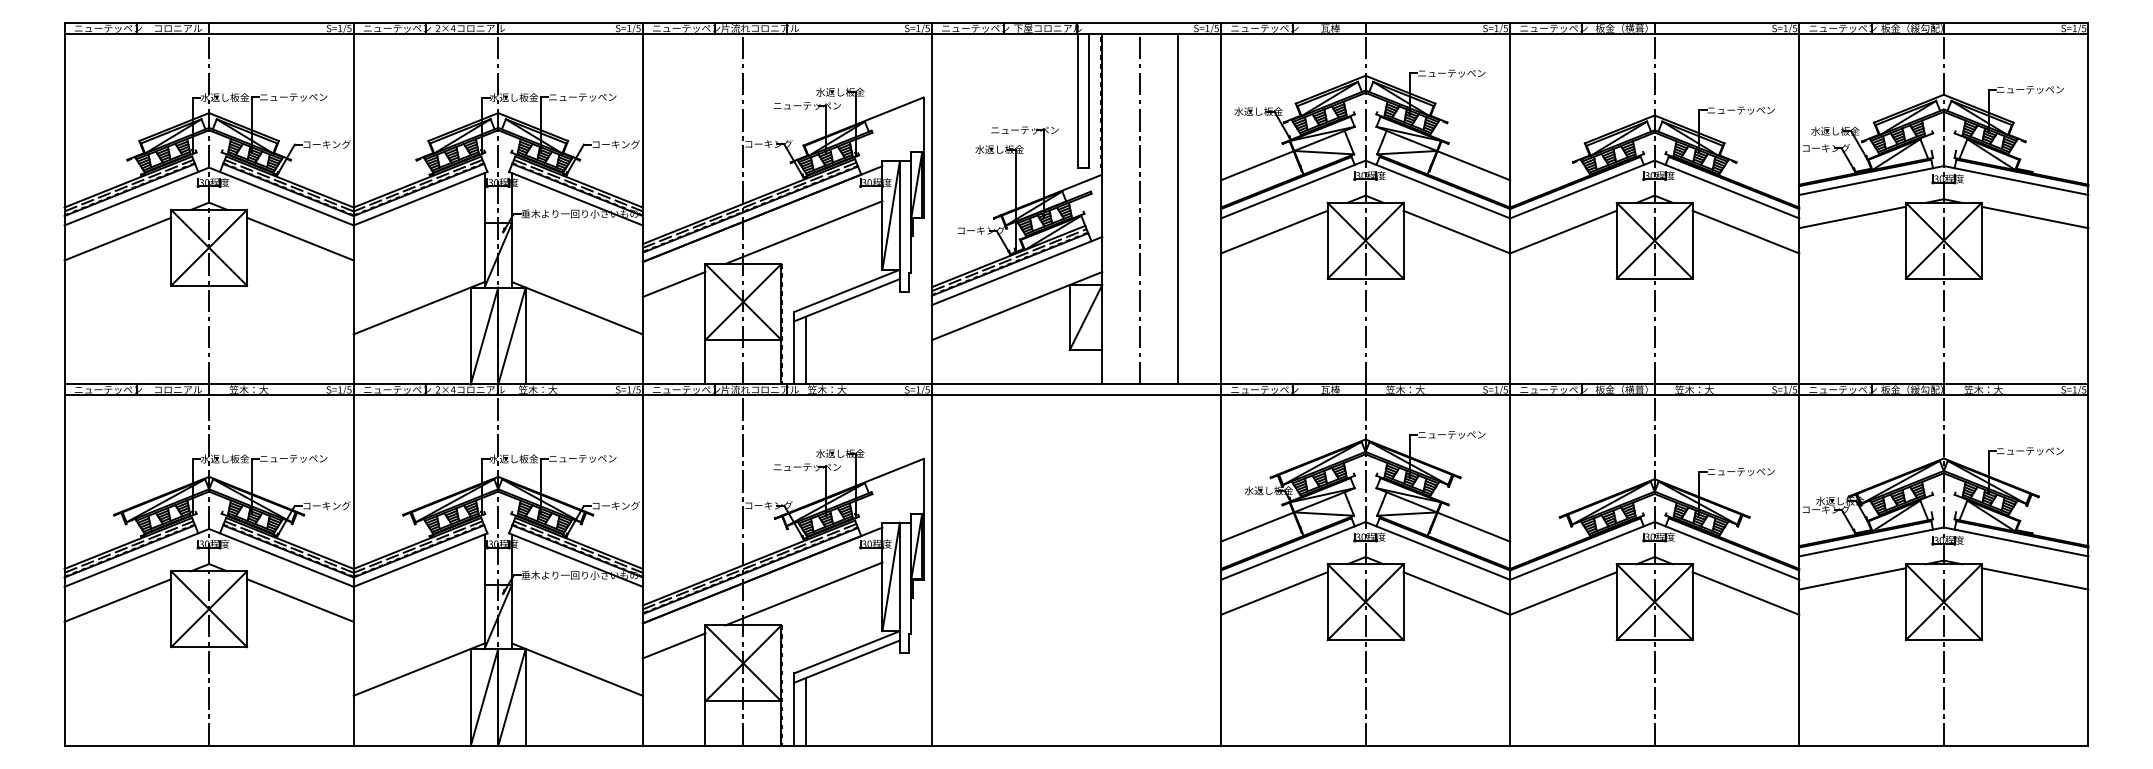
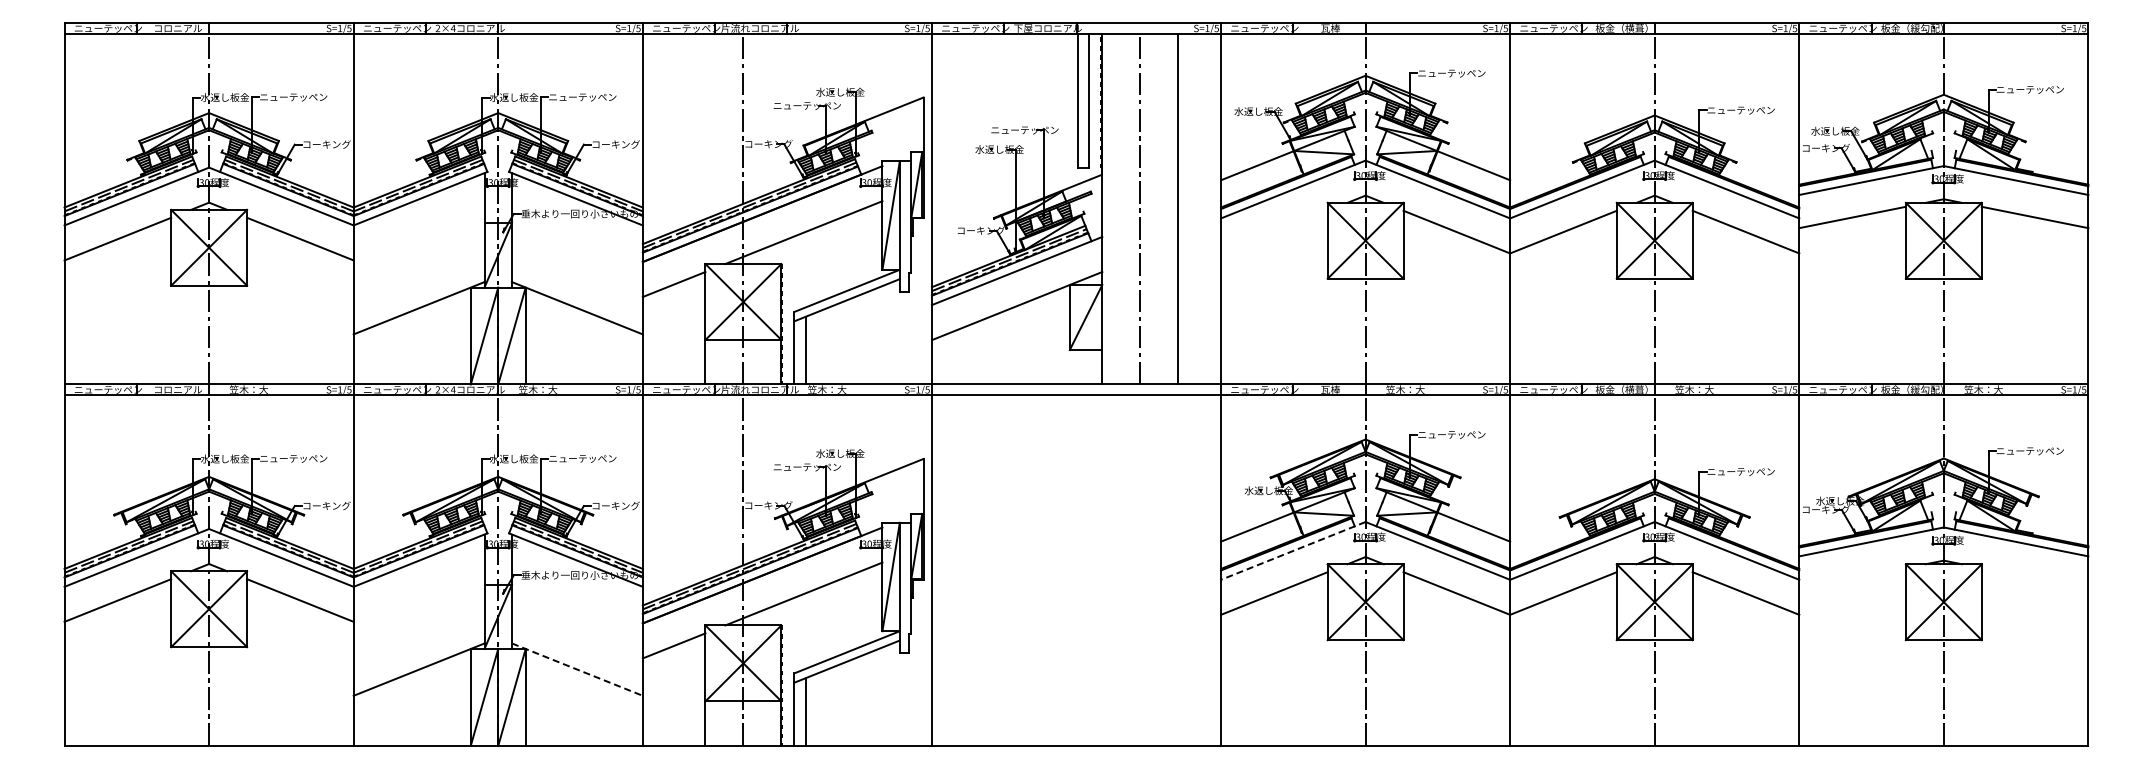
line at (1274, 231): present -> none
line at (1293, 550): solid -> dashed
line at (1852, 578): present -> none
line at (2034, 578): present -> none
line at (577, 669): solid -> dashed
